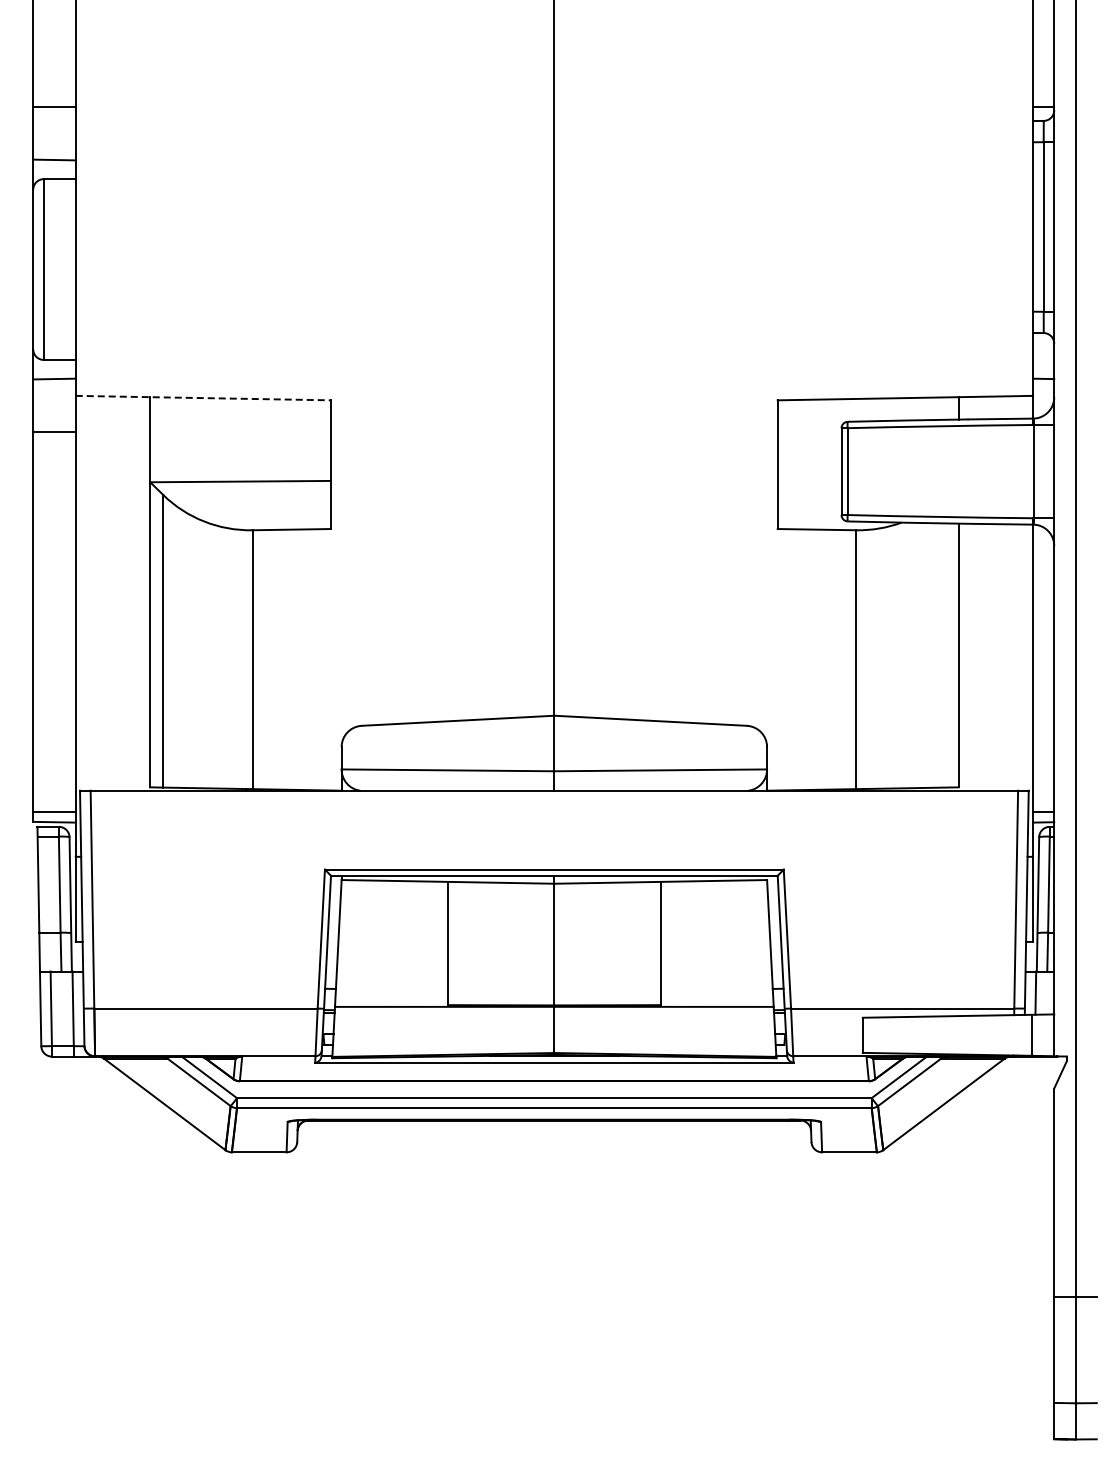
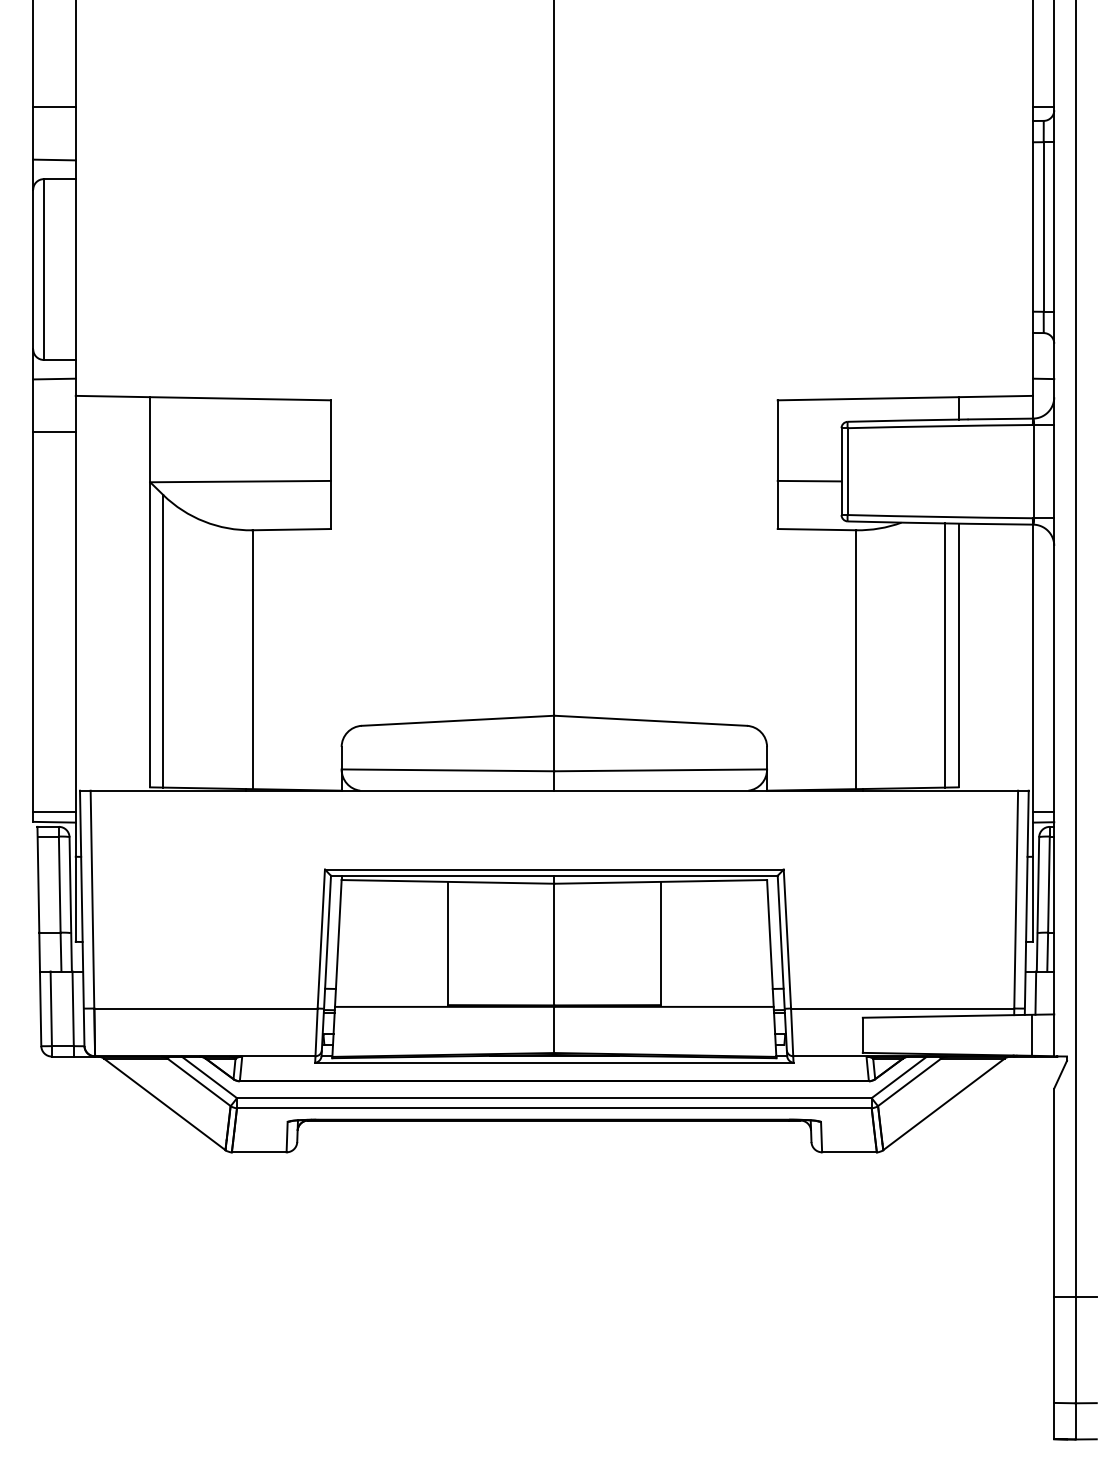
line at (203, 398): dashed -> solid
line at (809, 480): none -> present
line at (945, 655): none -> present
